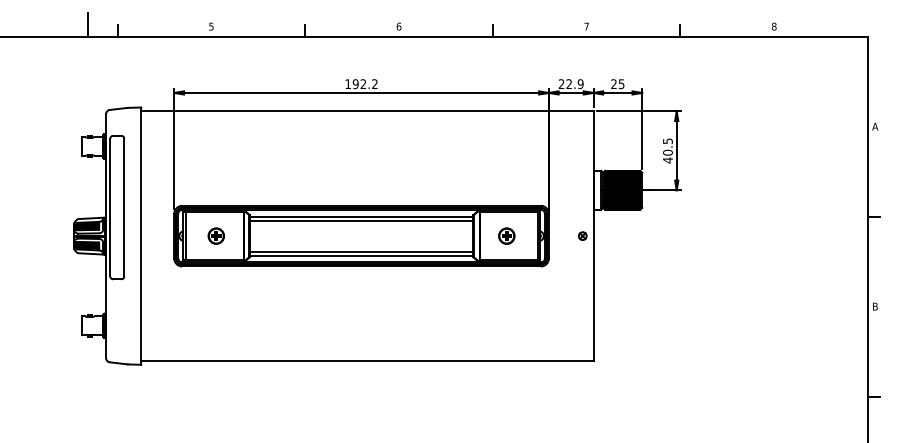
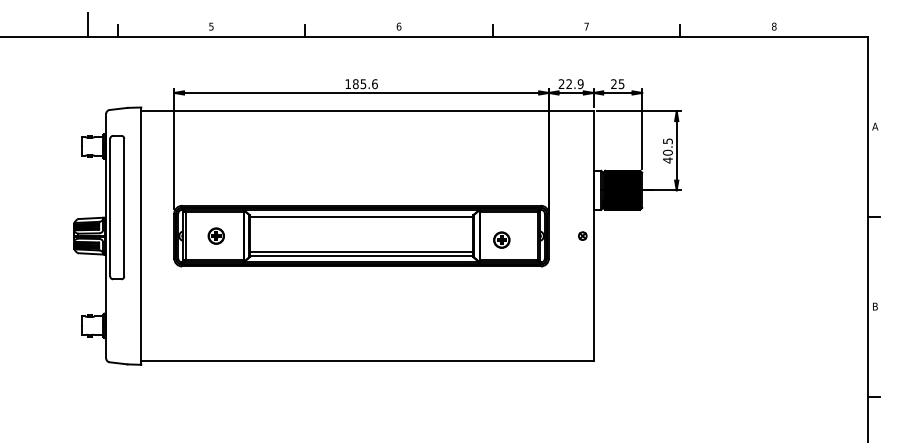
text at (364, 84): 192.2 -> 185.6
line at (361, 220): present -> none
part at (506, 235) position: (506, 235) -> (501, 239)
